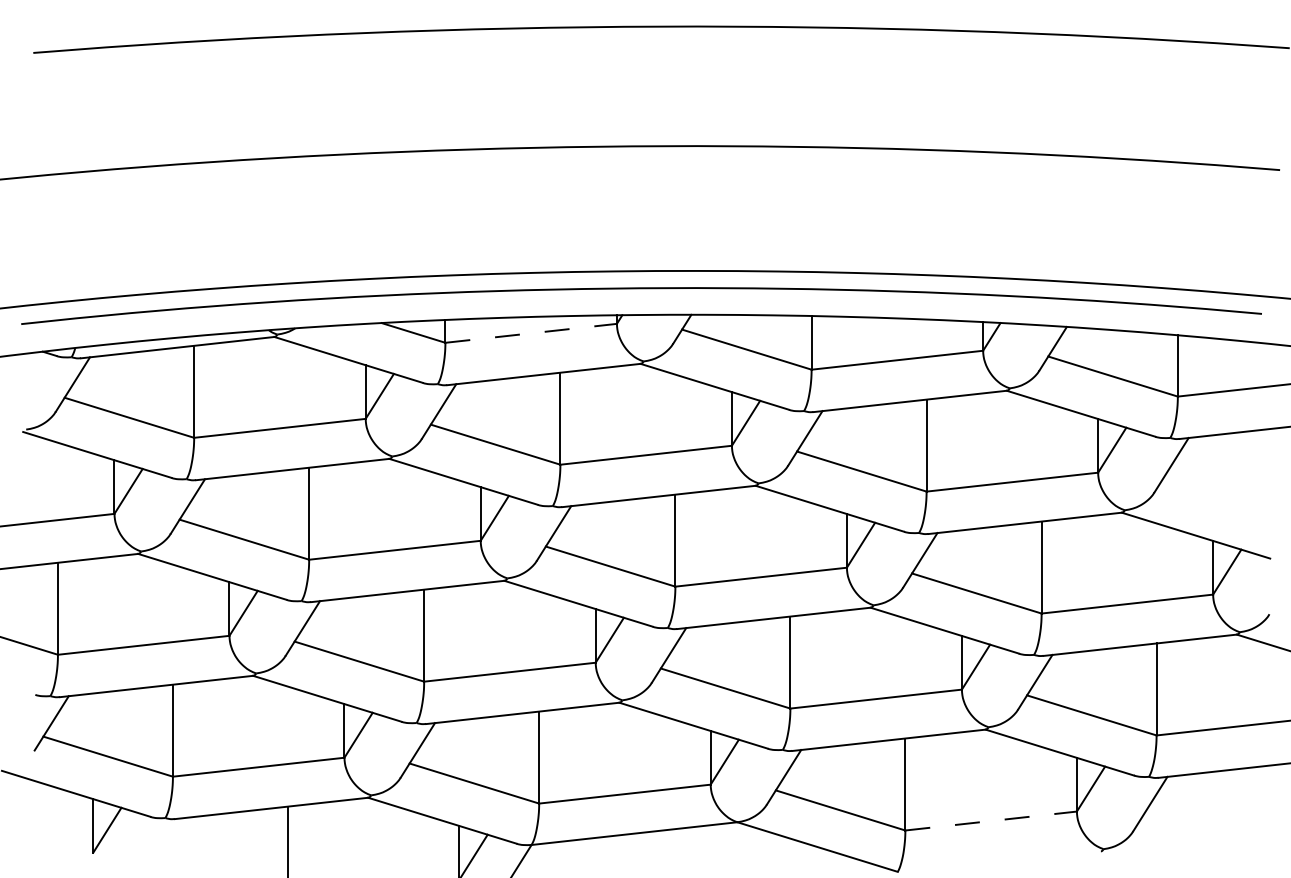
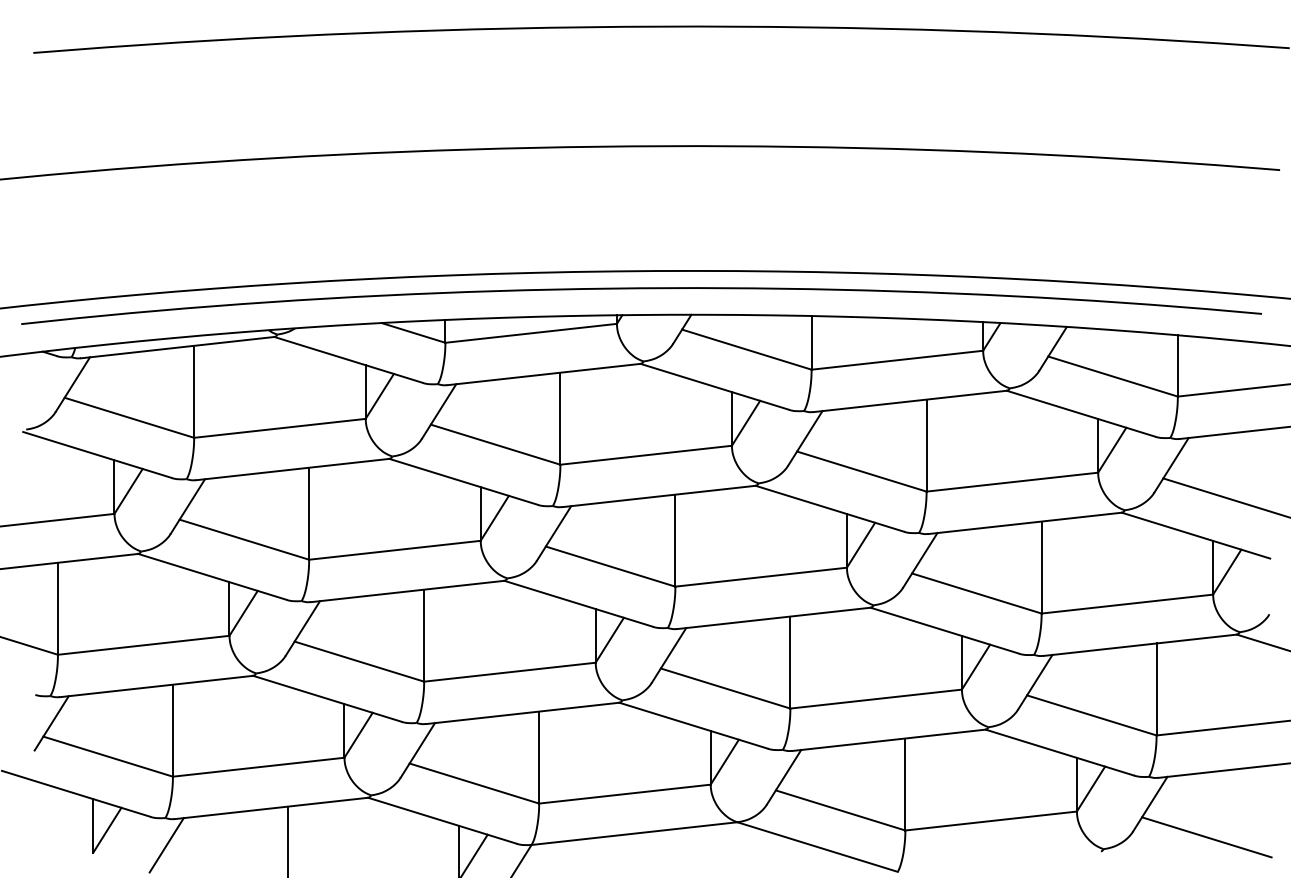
line at (531, 333): dashed -> solid
line at (1225, 497): none -> present
line at (991, 820): dashed -> solid
line at (1206, 837): none -> present
line at (166, 845): none -> present
